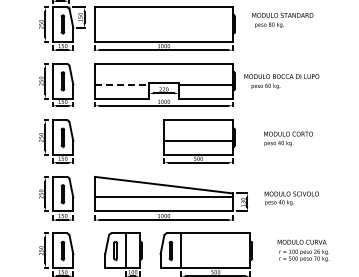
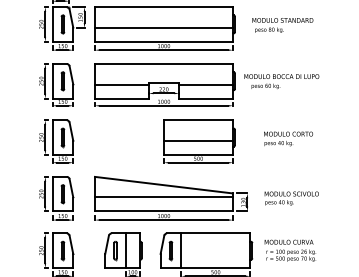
text at (282, 20) position: (282, 20) -> (282, 25)
line at (163, 27): none -> present
line at (121, 84): dashed -> solid
text at (303, 250) position: (303, 250) -> (290, 250)
